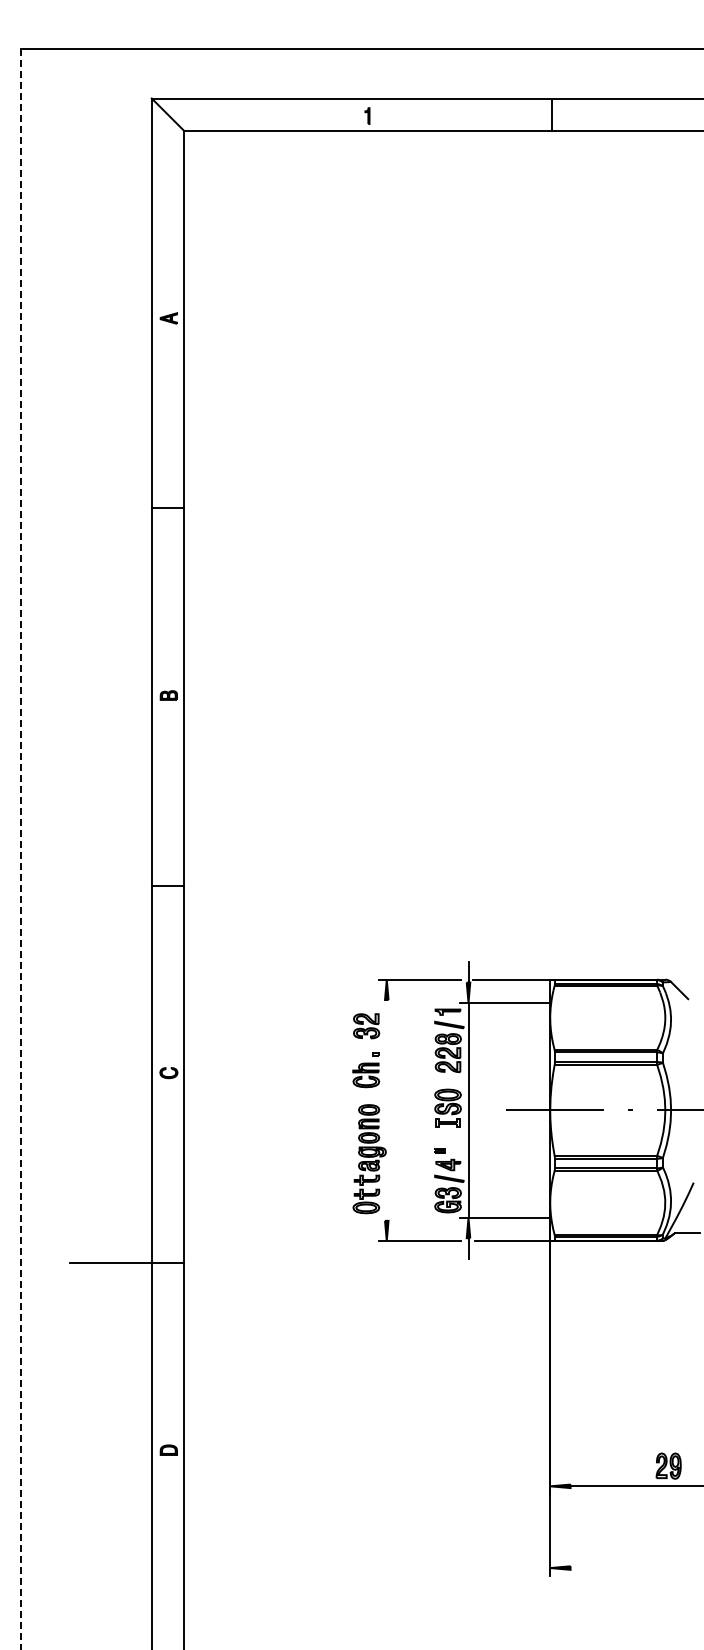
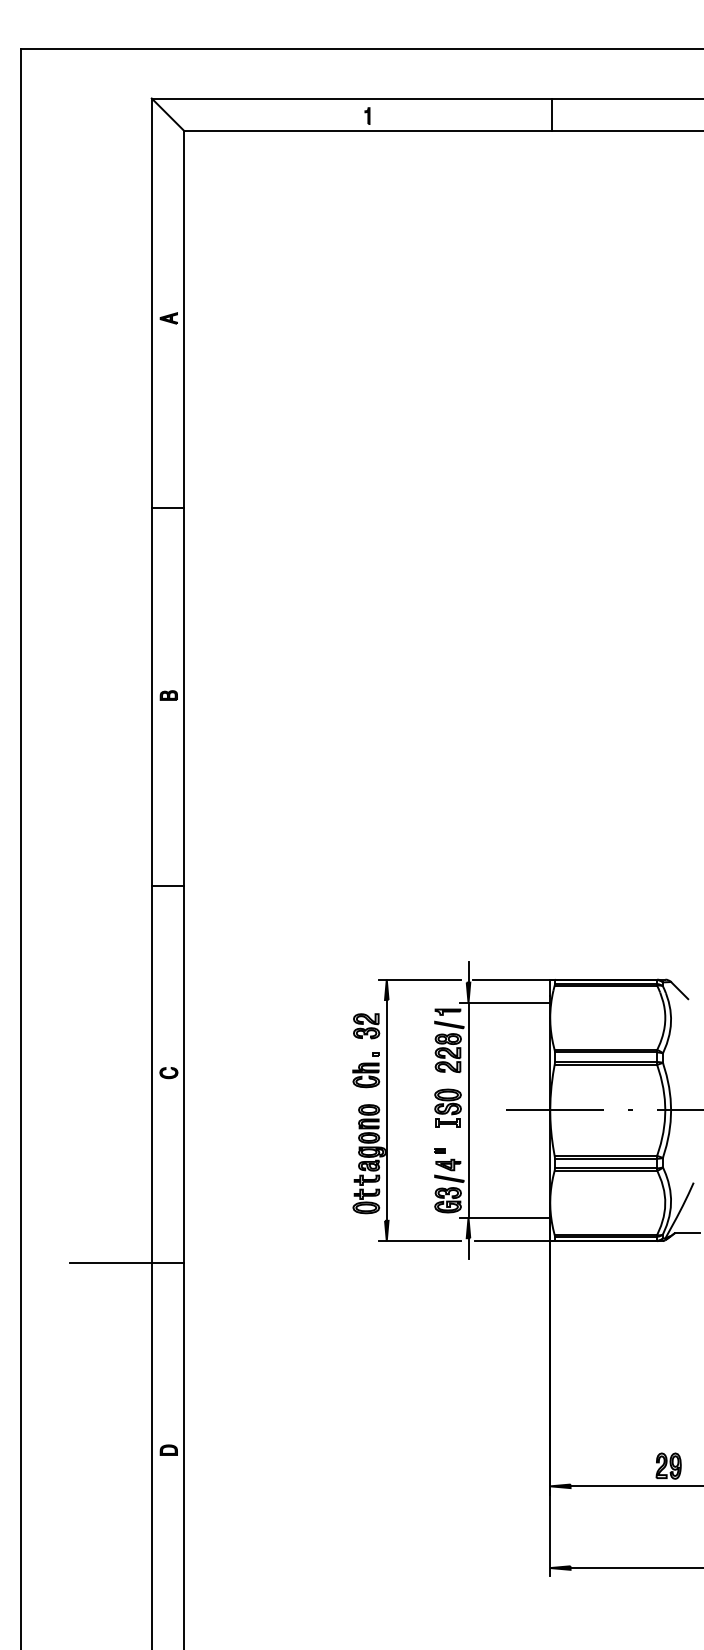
line at (21, 850): dashed -> solid
line at (386, 1110): none -> present
line at (635, 1568): none -> present
